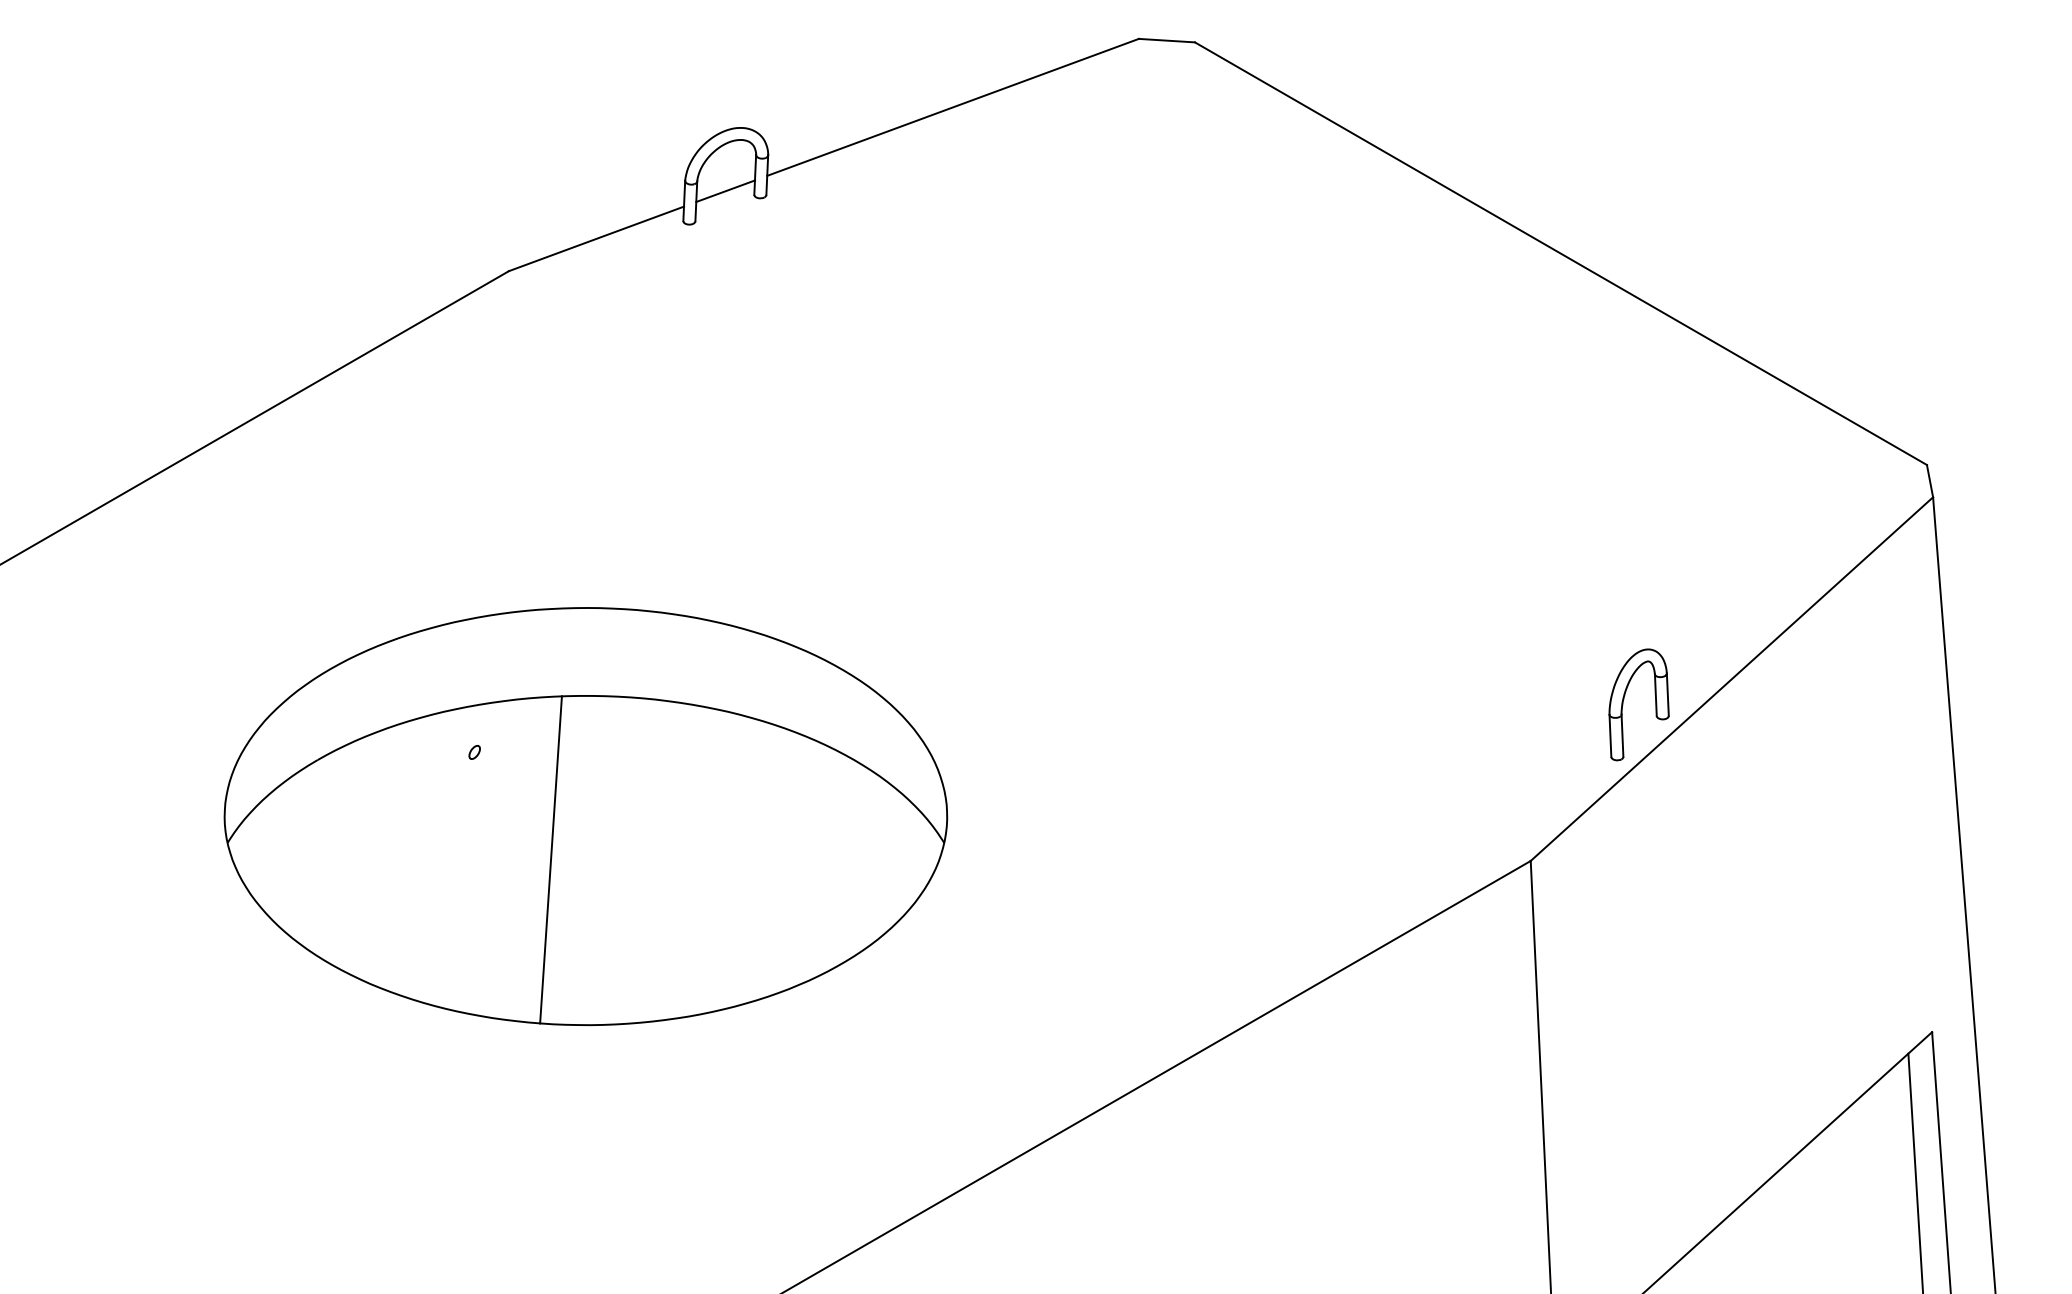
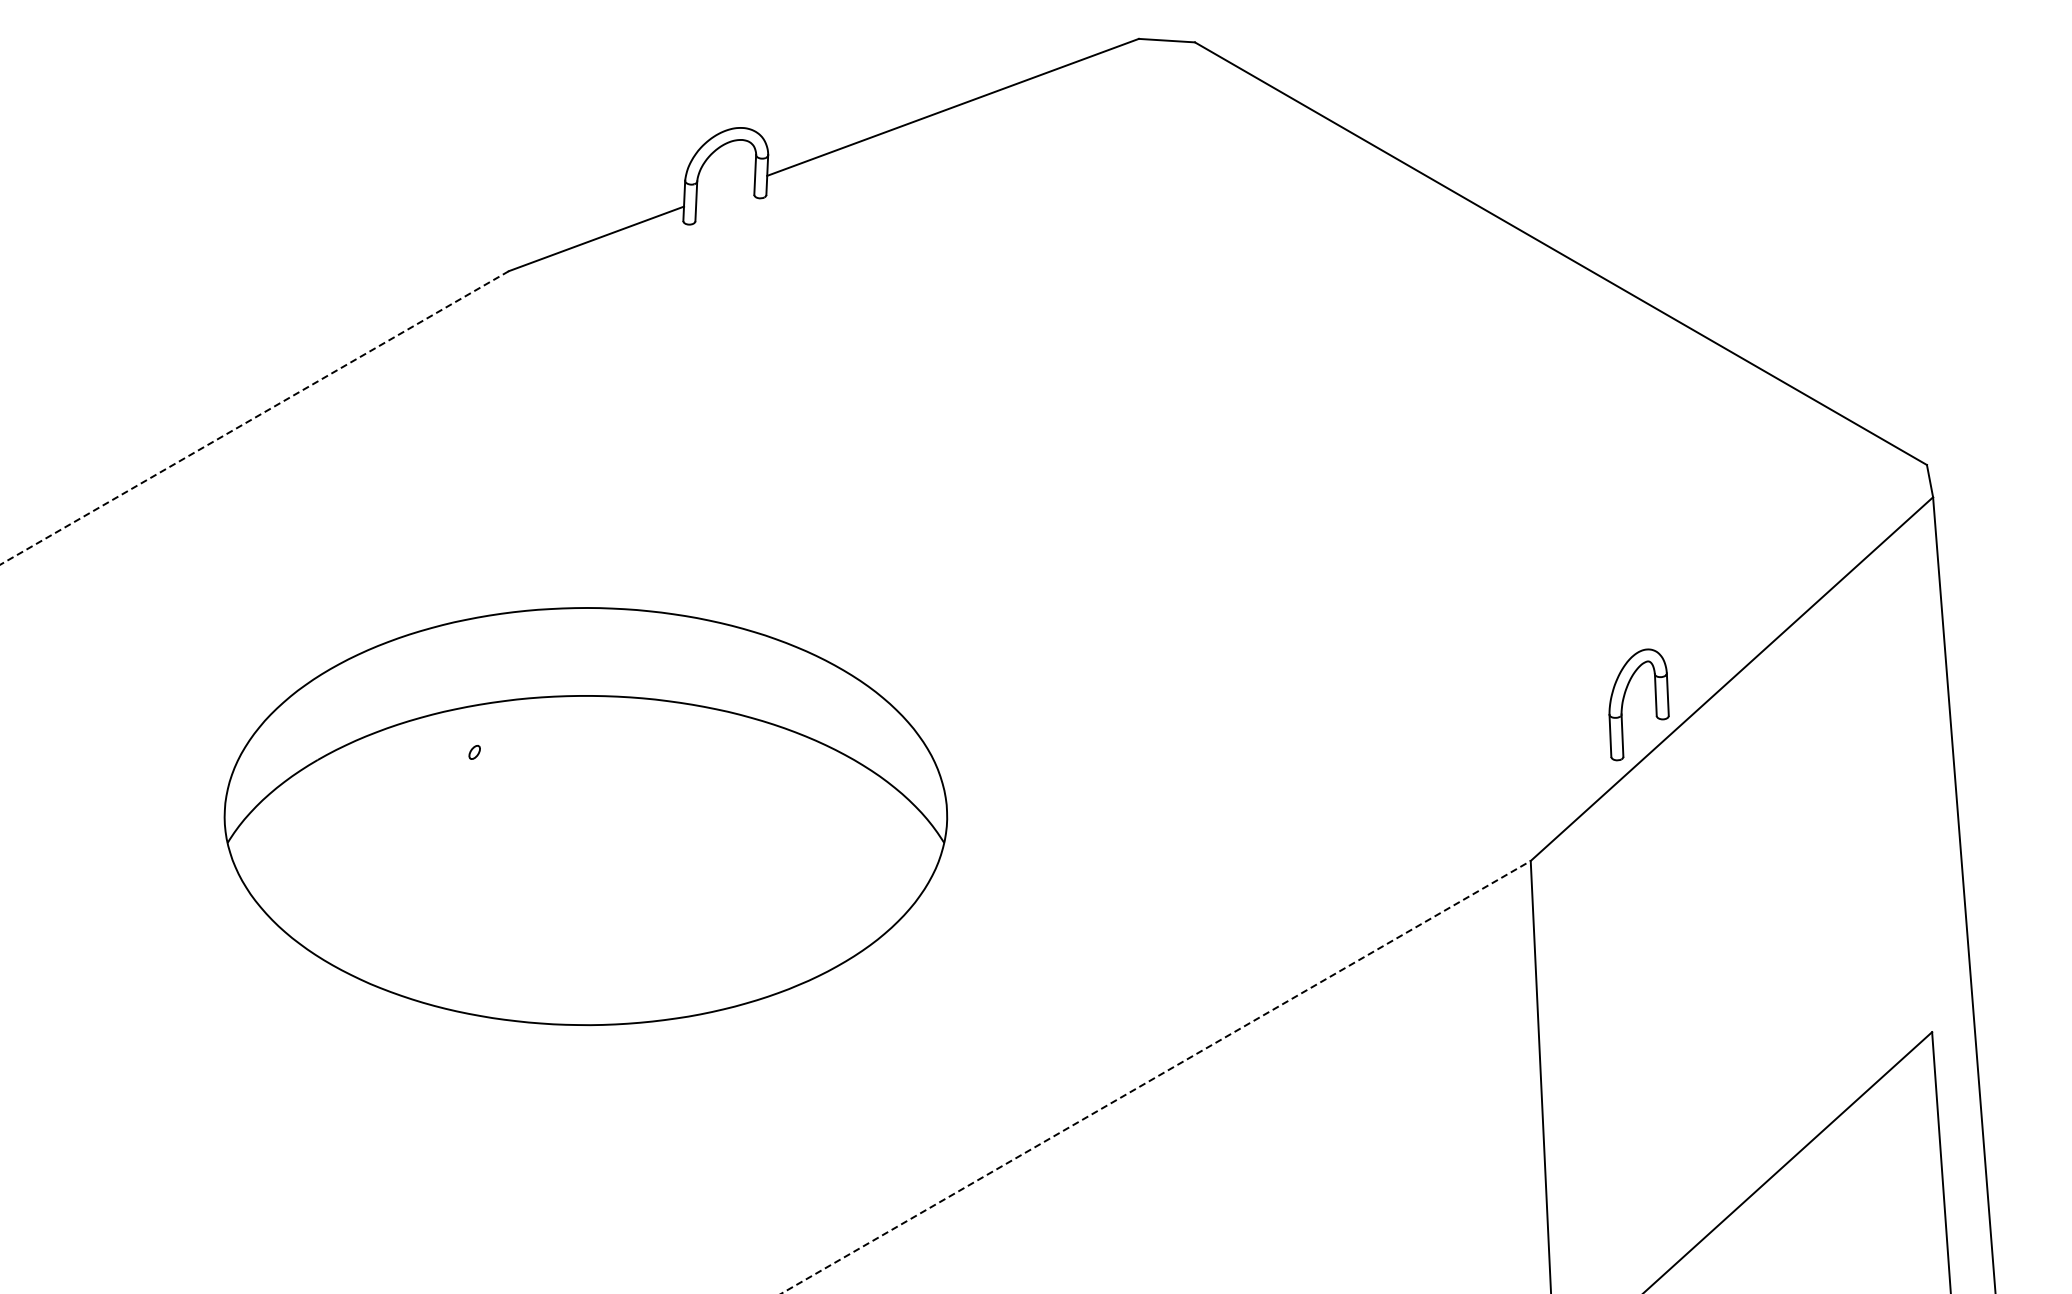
line at (725, 191): present -> none
line at (254, 417): solid -> dashed
line at (550, 859): present -> none
line at (1156, 1076): solid -> dashed
line at (1915, 1171): present -> none
